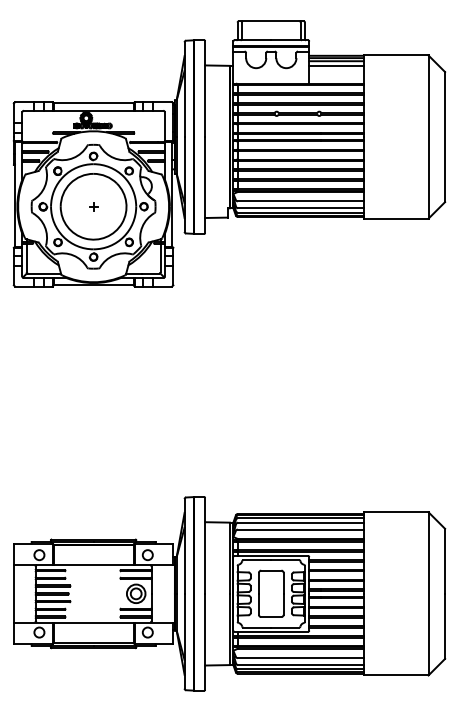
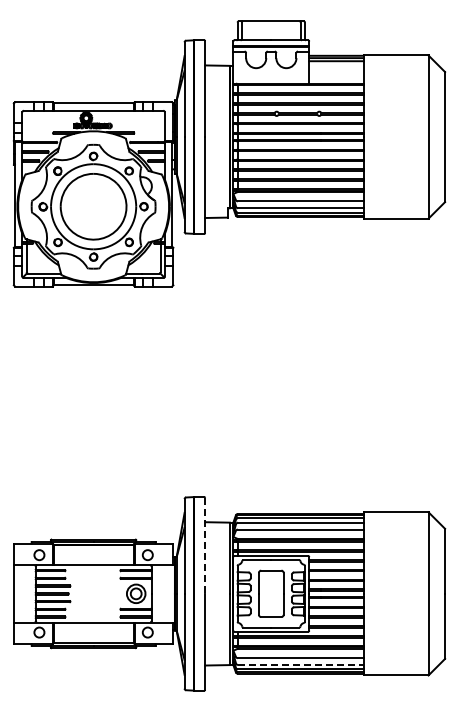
line at (336, 65): present -> none
part at (93, 206): present -> none
line at (205, 545): solid -> dashed
line at (300, 664): solid -> dashed
